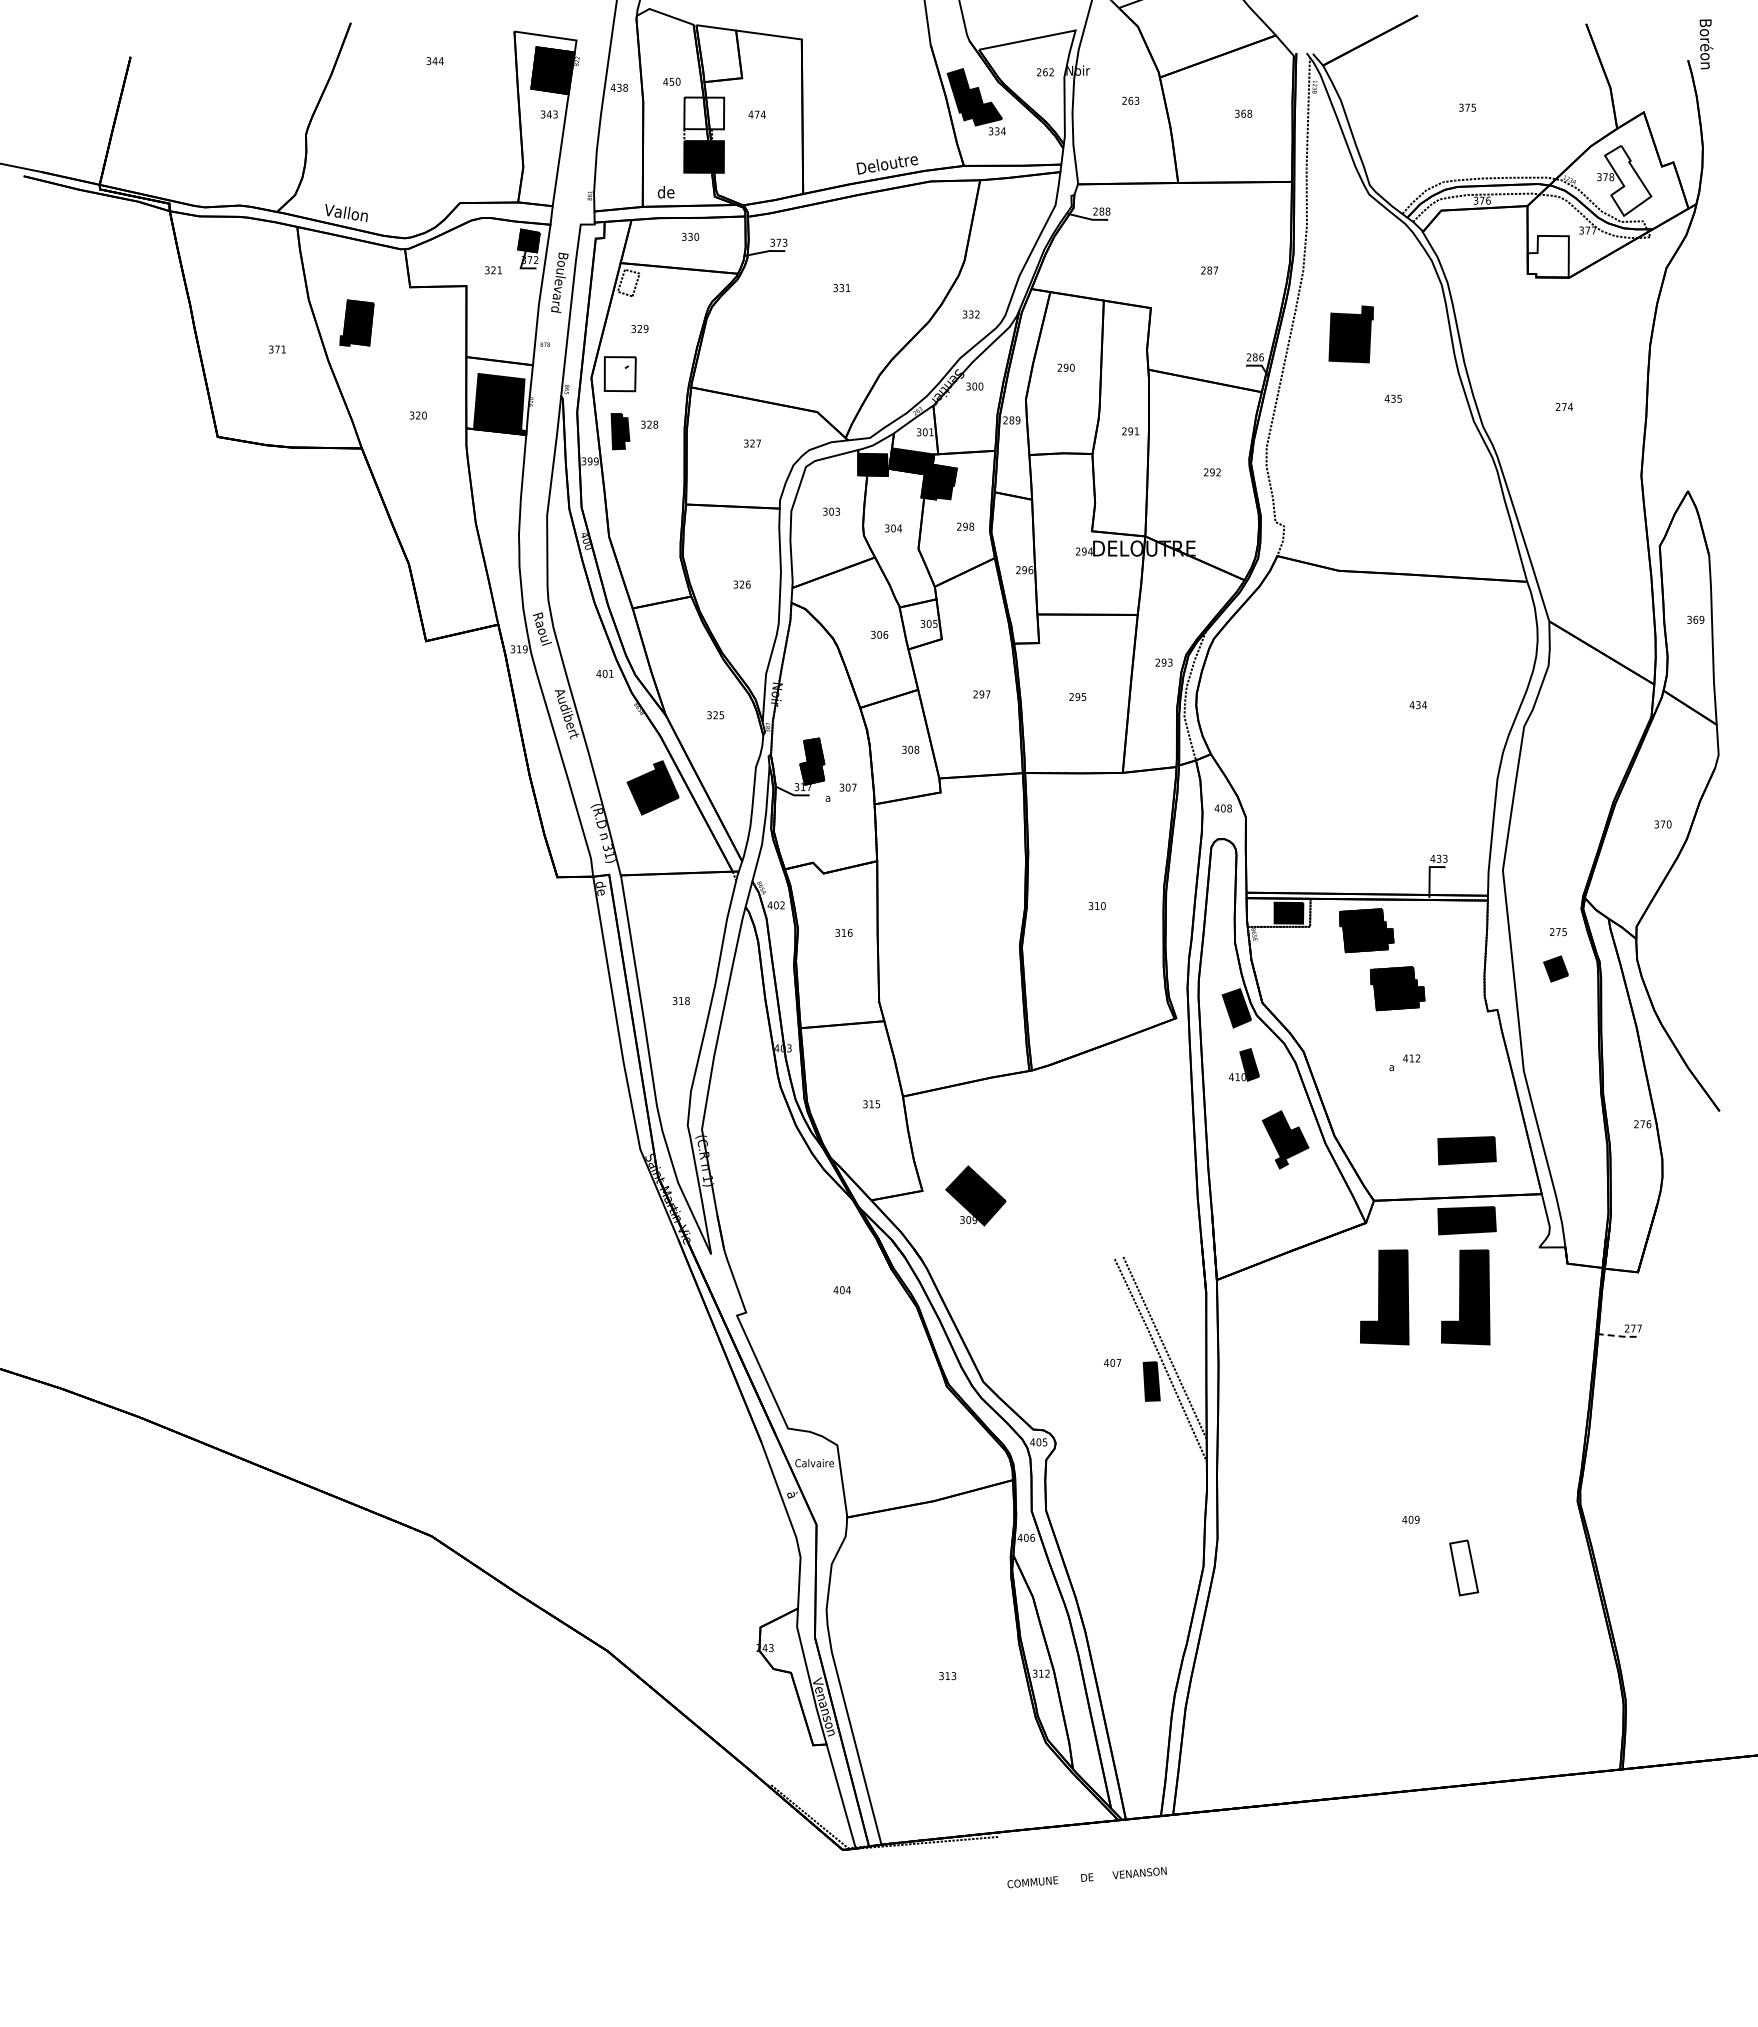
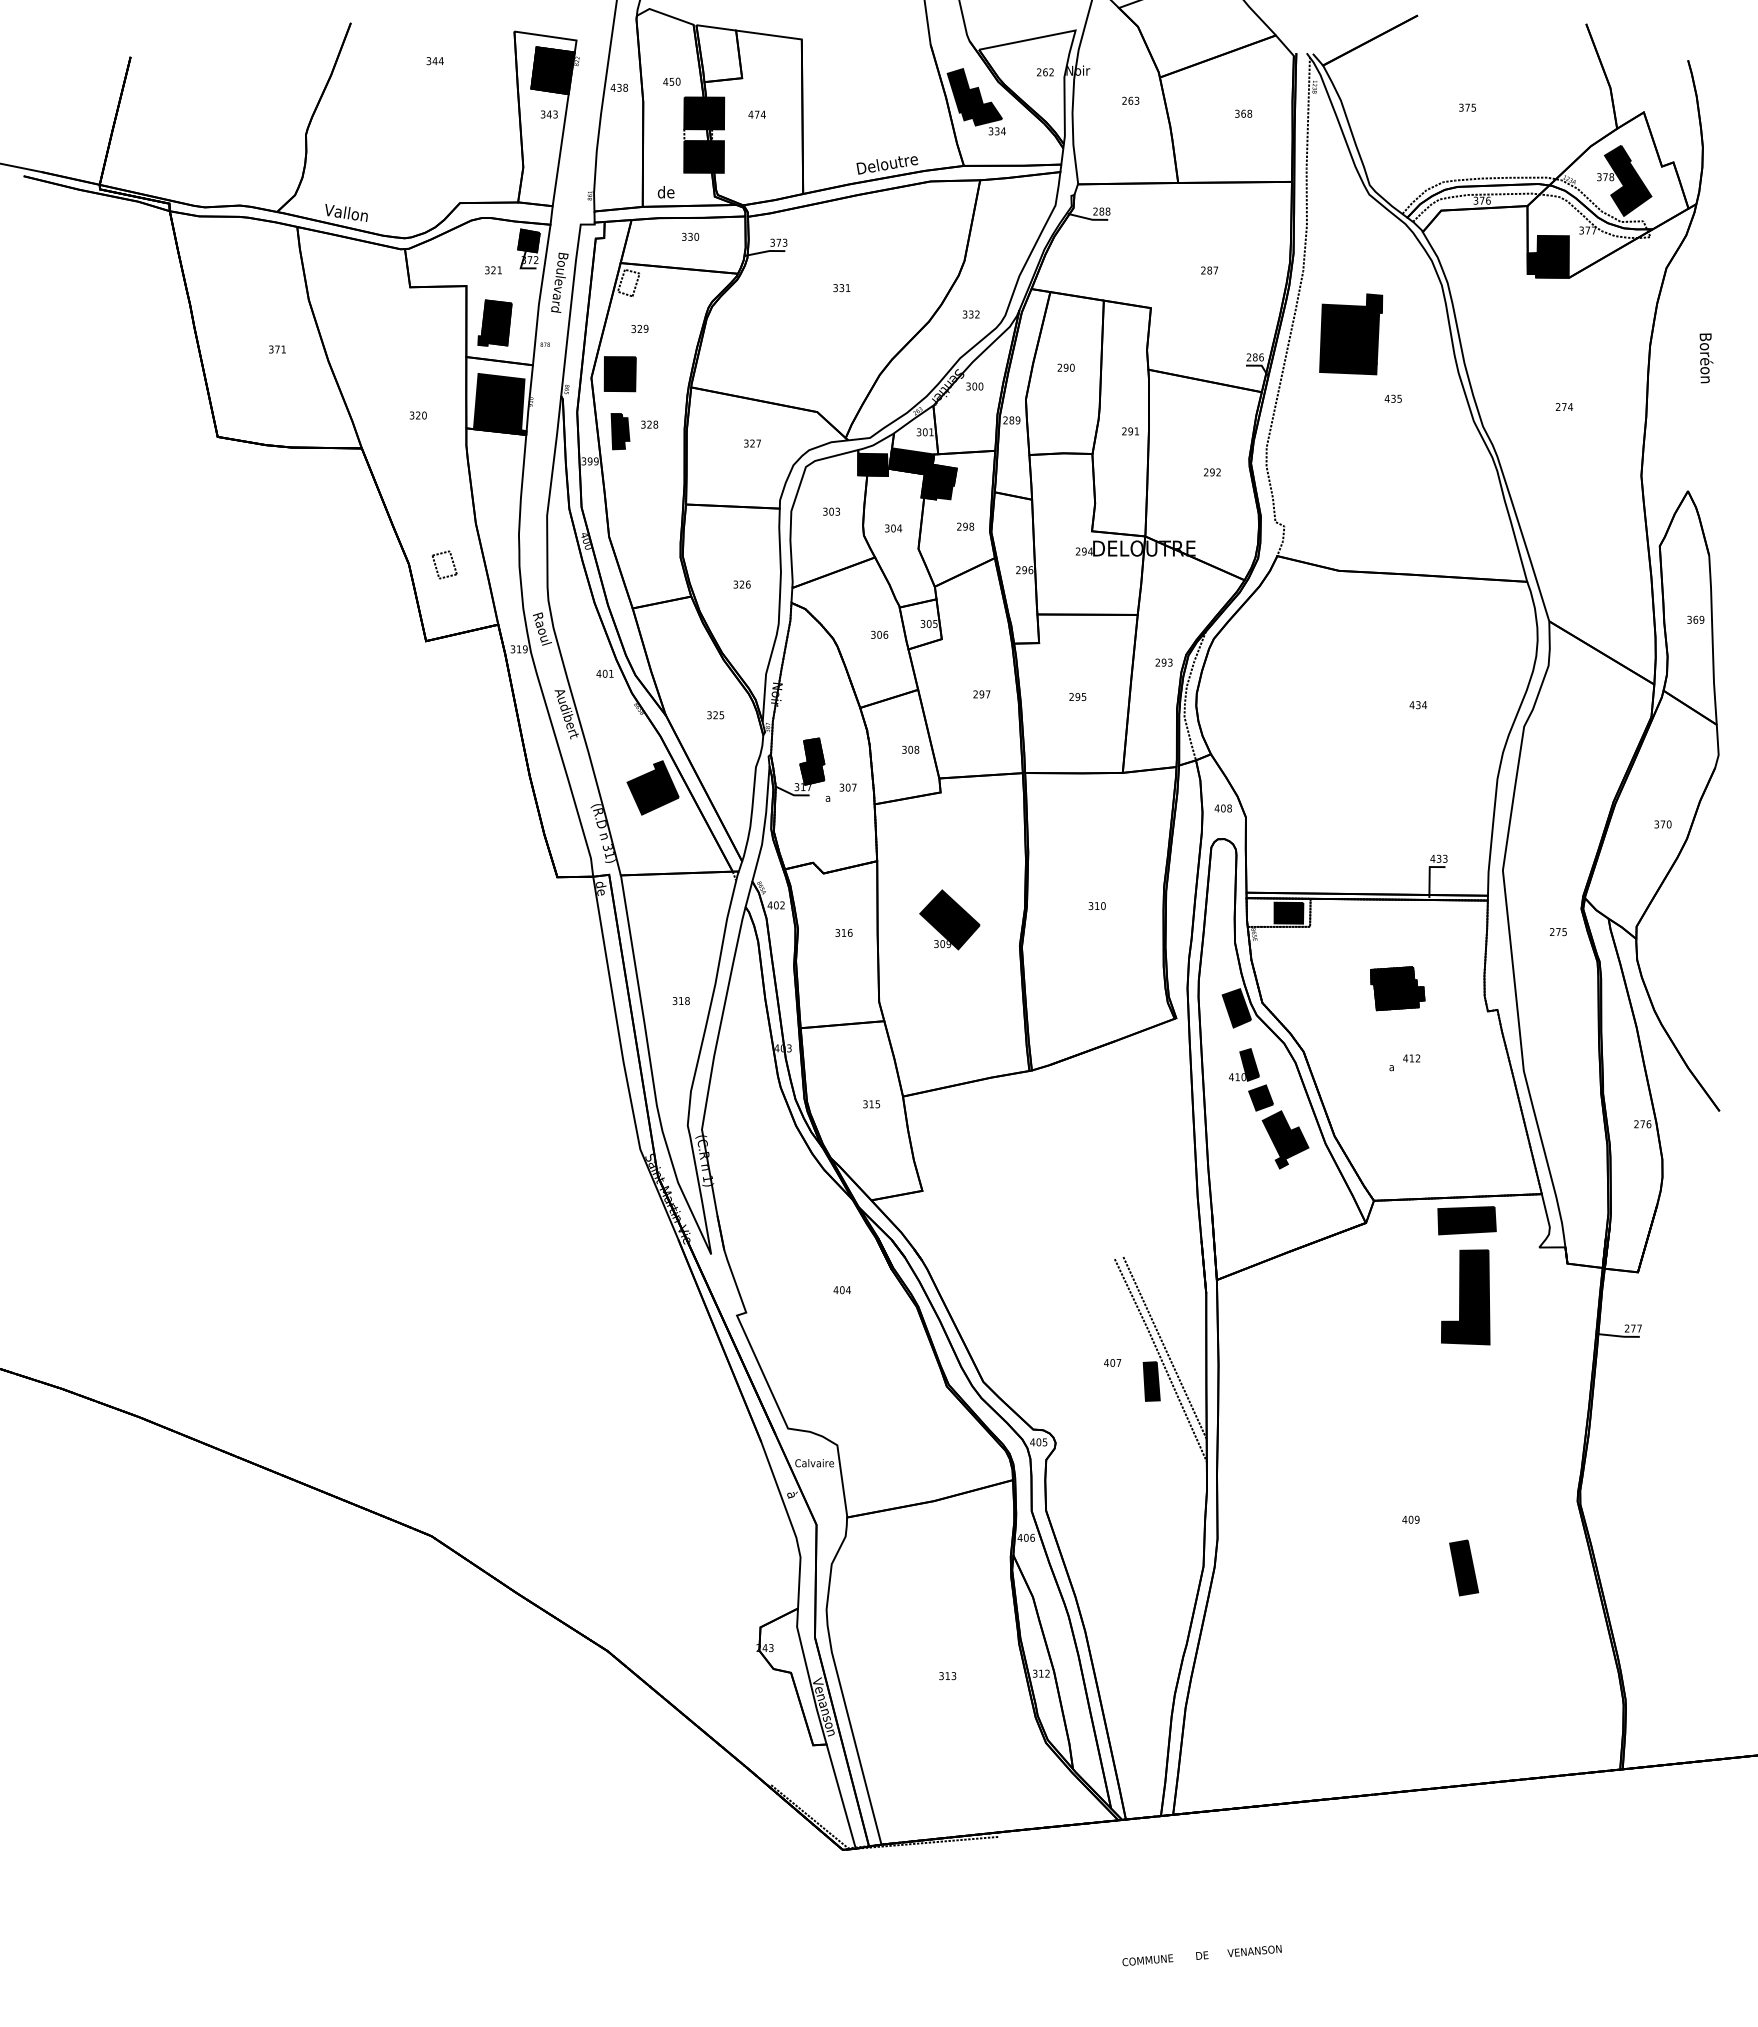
text at (1706, 44) position: (1706, 44) -> (1706, 358)
fill at (704, 113): none -> present
fill at (1627, 180): none -> present
fill at (1547, 256): none -> present
part at (356, 322) position: (356, 322) -> (494, 322)
part at (1350, 334) size: 46x59 px -> 65x83 px
fill at (619, 374): none -> present
part at (436, 564): none -> present
part at (1366, 930): present -> none
part at (1555, 968) position: (1555, 968) -> (1260, 1097)
part at (1466, 1150): present -> none
part at (975, 1195) position: (975, 1195) -> (949, 919)
part at (1384, 1297): present -> none
line at (1619, 1336): dashed -> solid
fill at (1464, 1567): none -> present
text at (1086, 1877) position: (1086, 1877) -> (1201, 1955)
